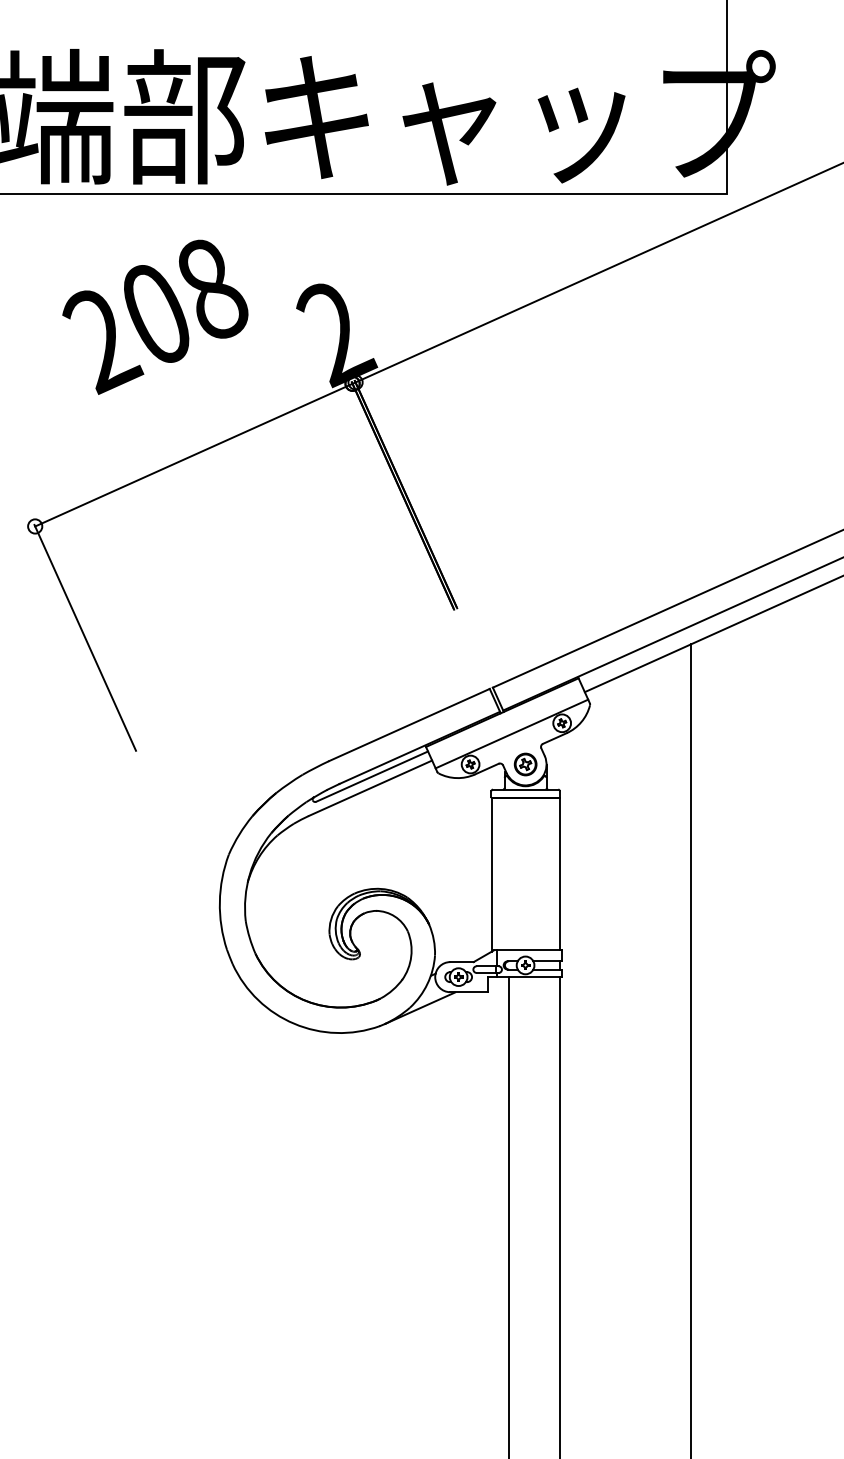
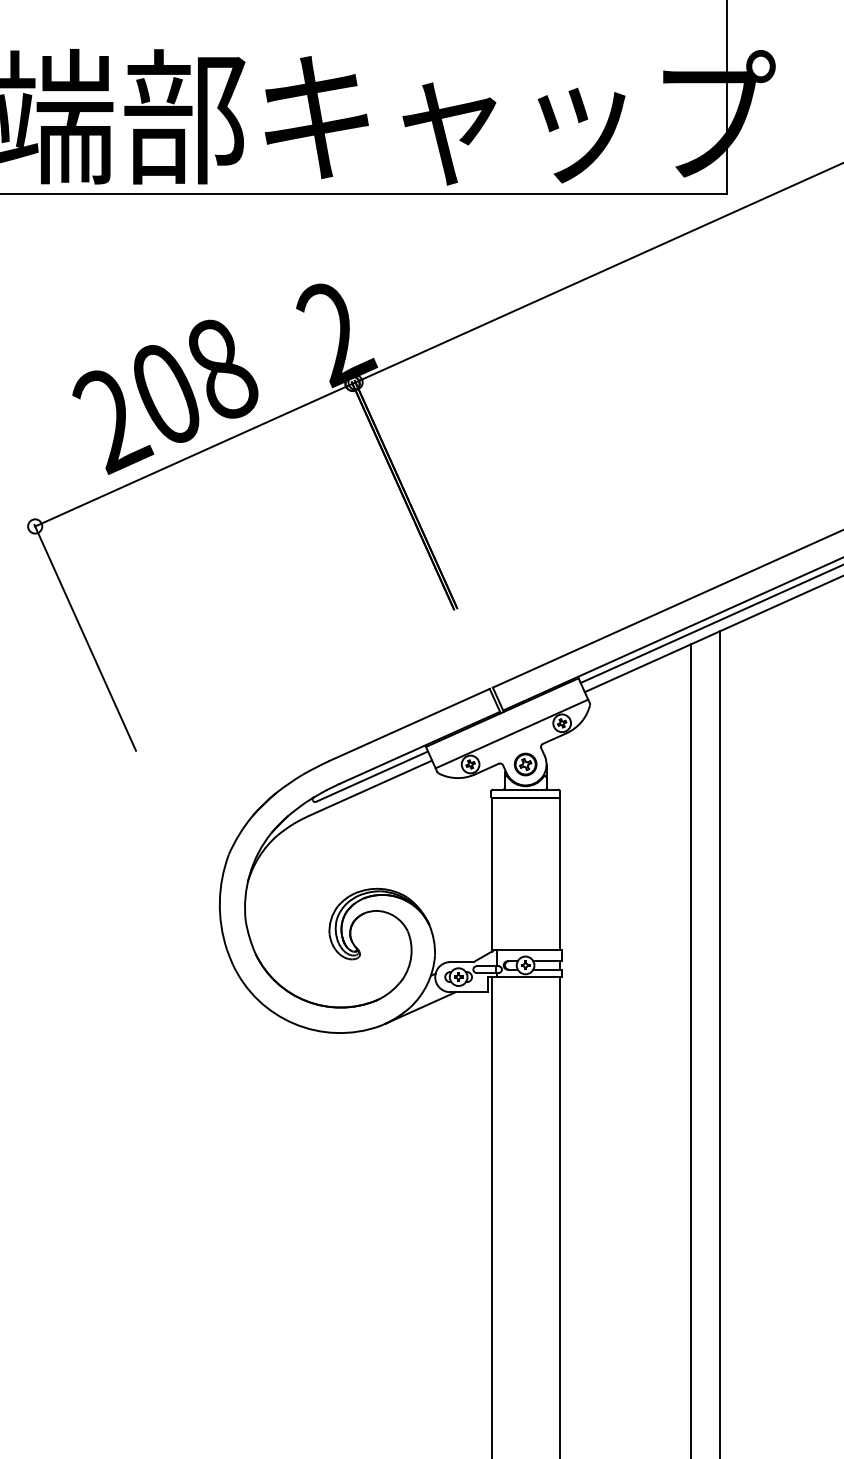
text at (155, 316) position: (155, 316) -> (165, 396)
line at (710, 623): none -> present
line at (719, 1042): none -> present
line at (508, 1216) position: (508, 1216) -> (491, 1216)
